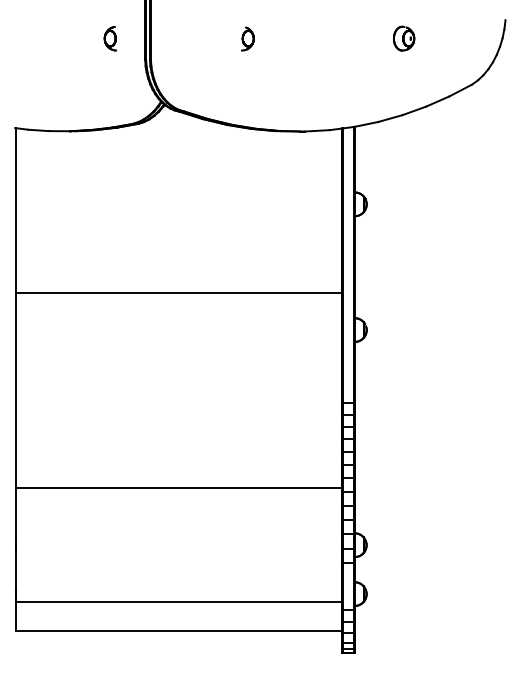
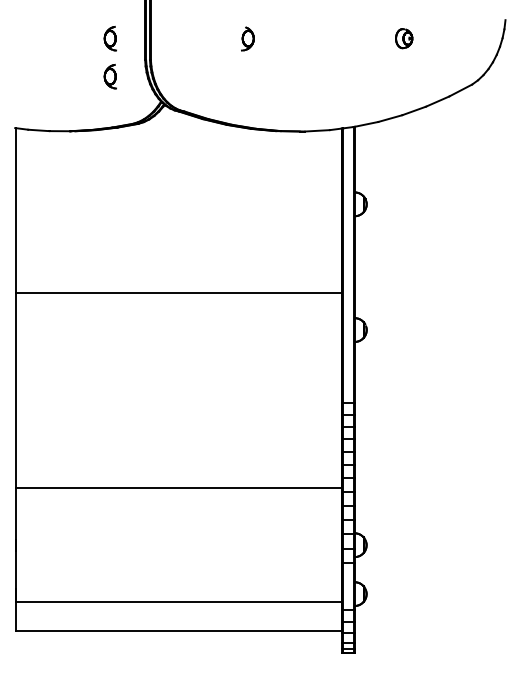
part at (404, 38) size: 23x27 px -> 19x22 px
part at (109, 76): none -> present
